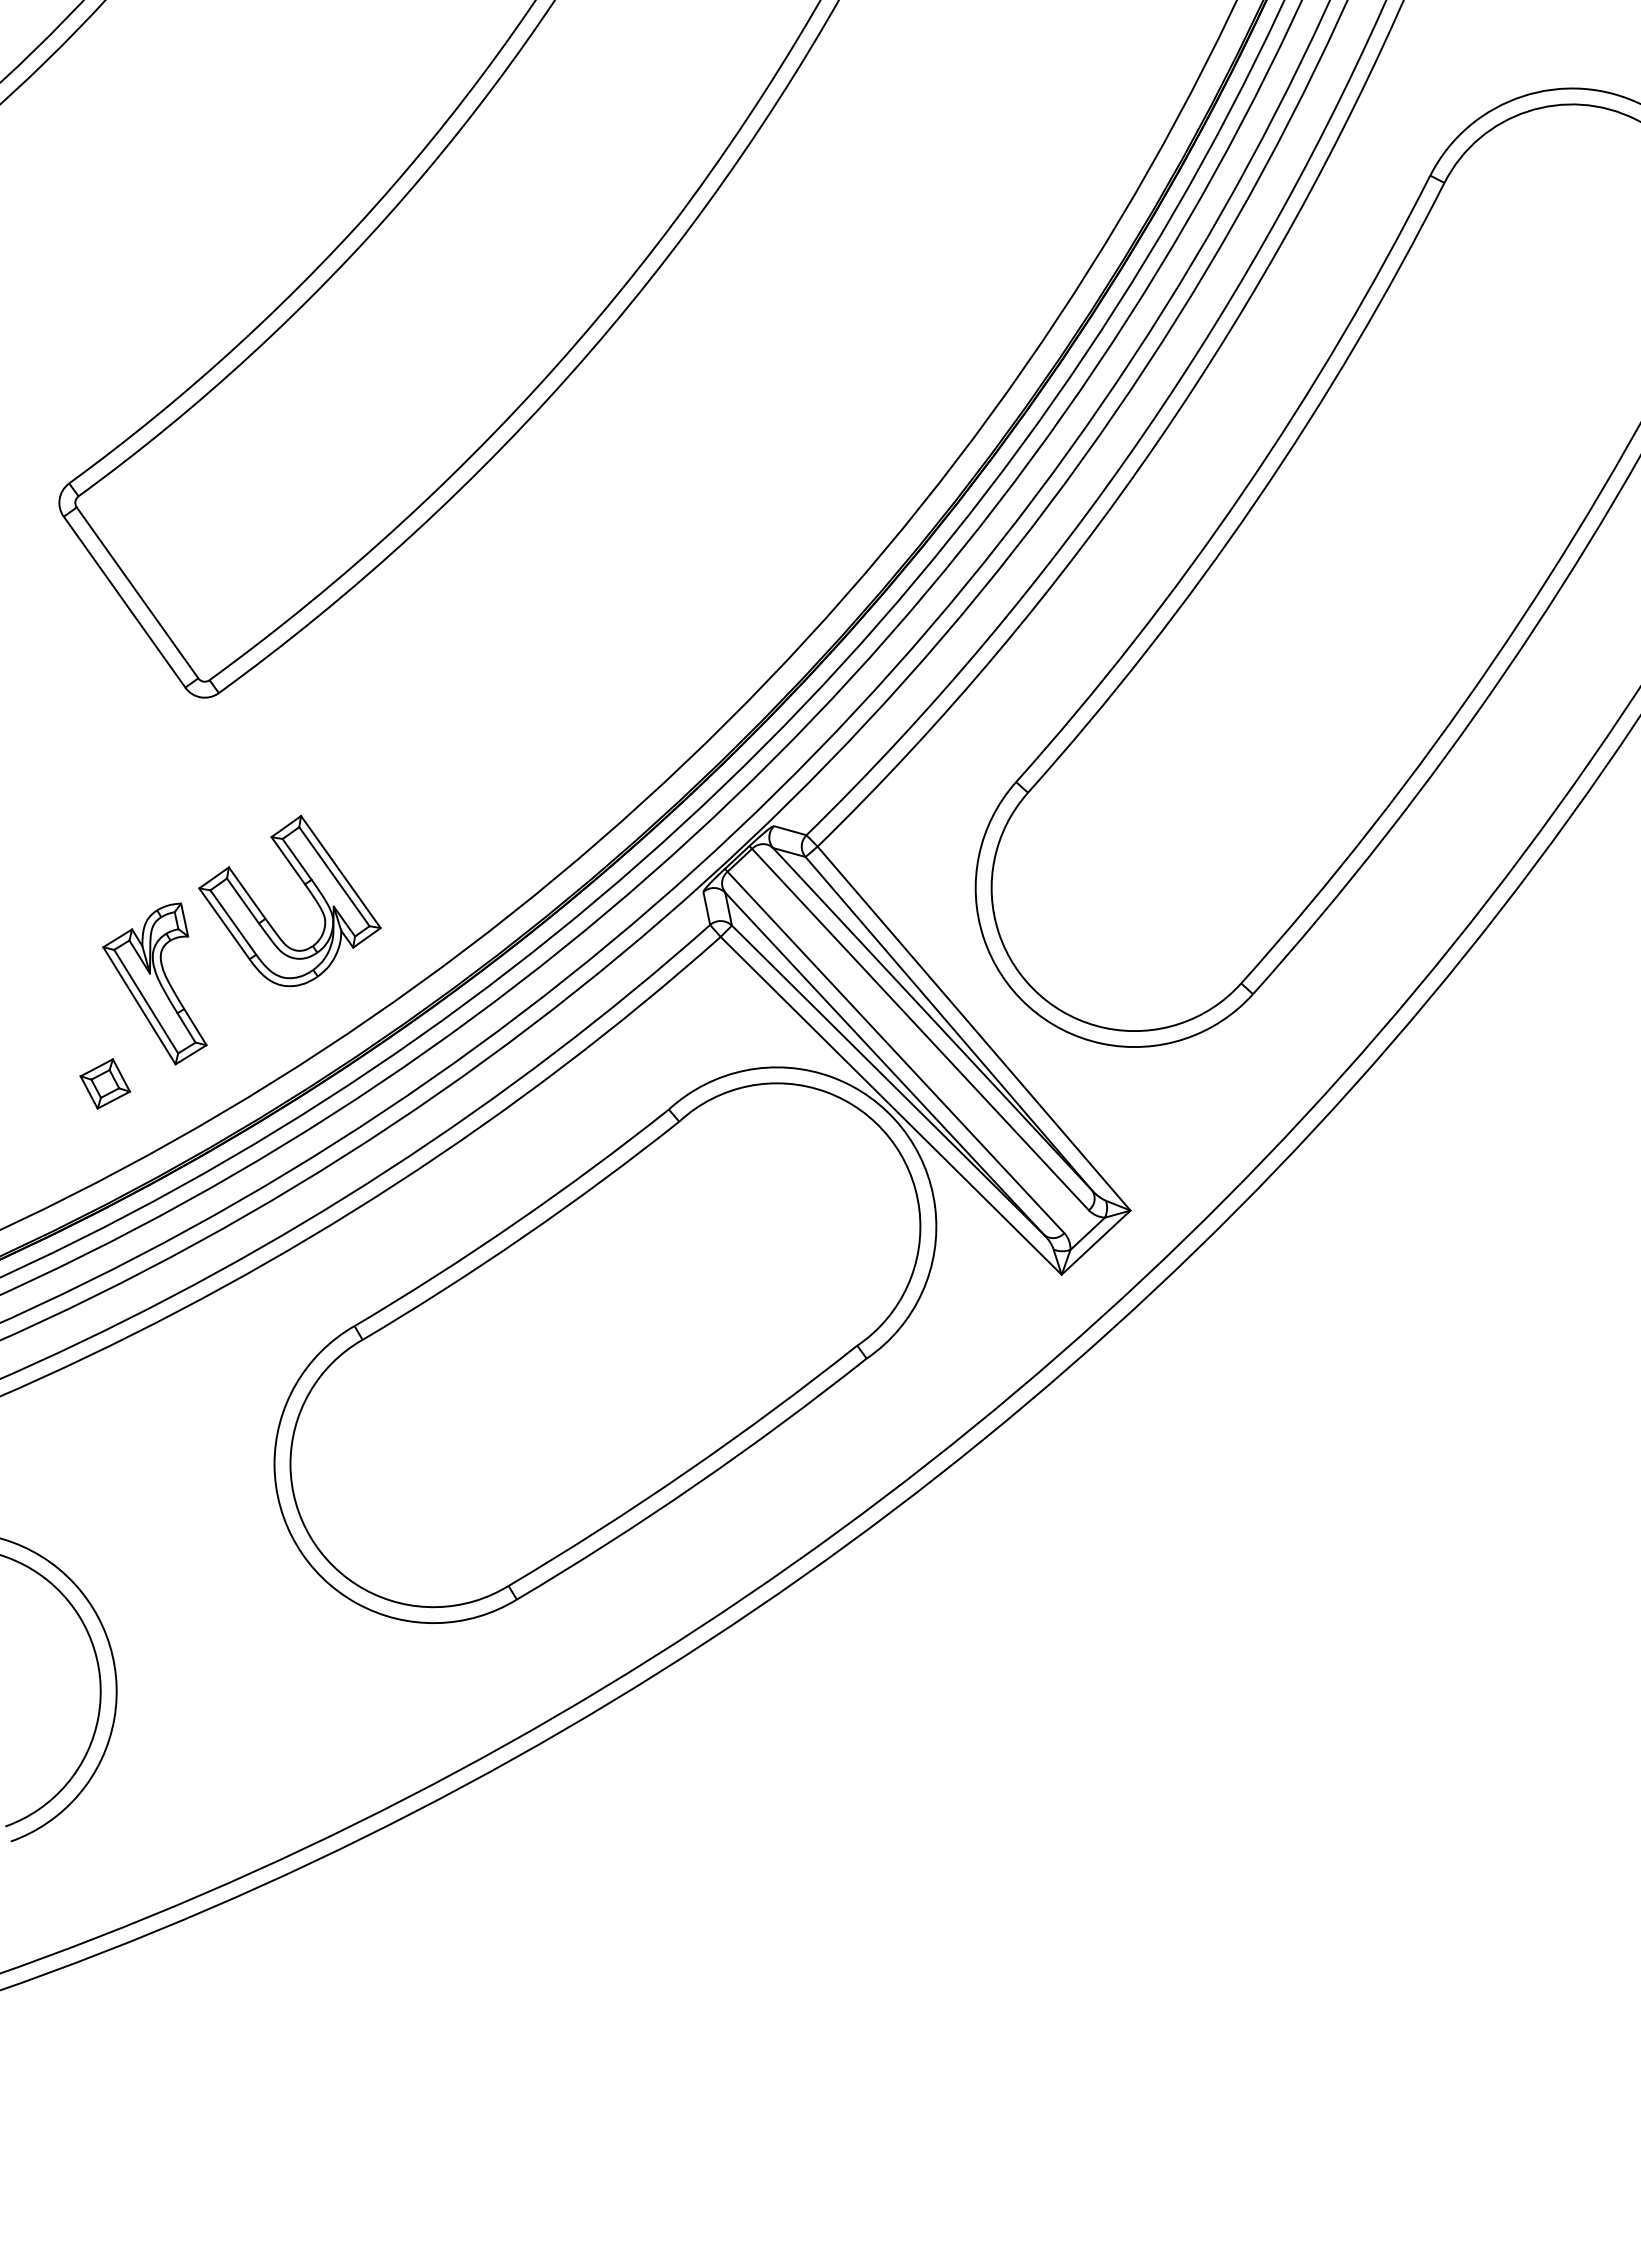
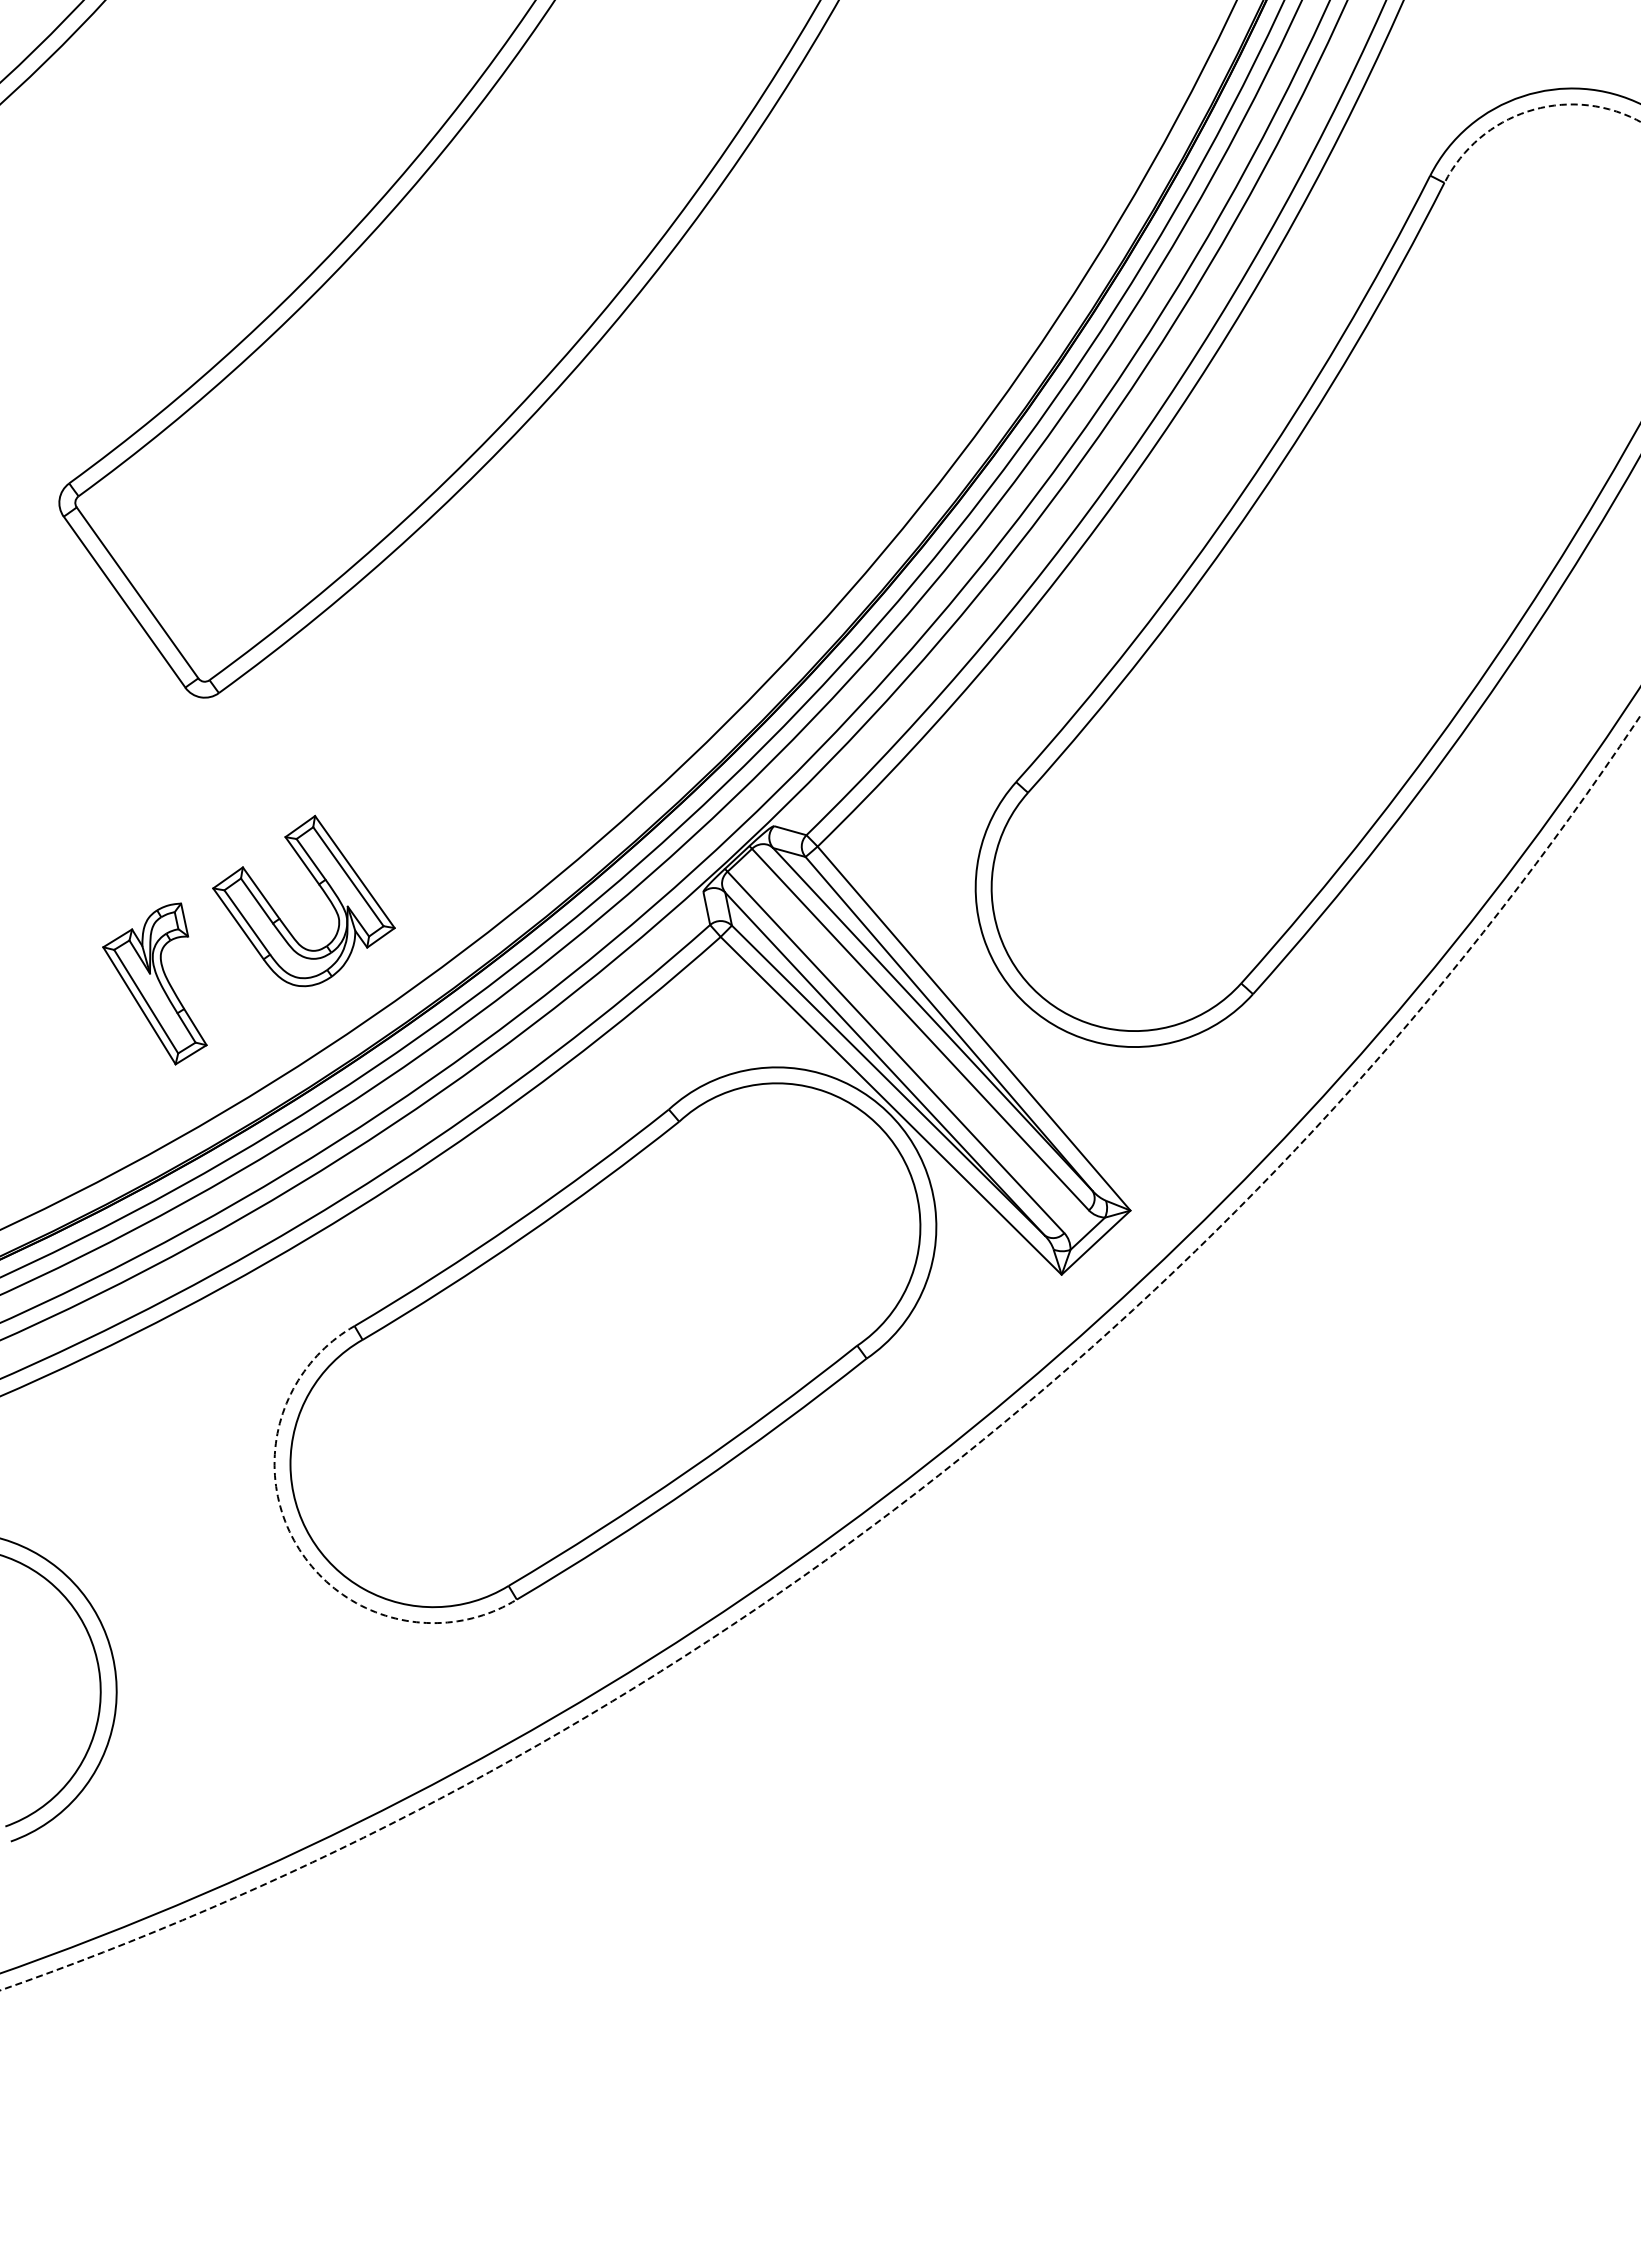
arc at (1529, 111): solid -> dashed
part at (306, 888) position: (306, 888) -> (320, 888)
part at (104, 1083): present -> none
arc at (926, 1485): solid -> dashed
arc at (296, 1545): solid -> dashed
